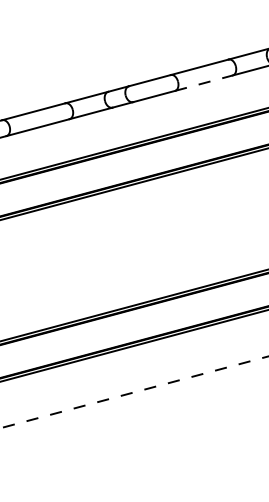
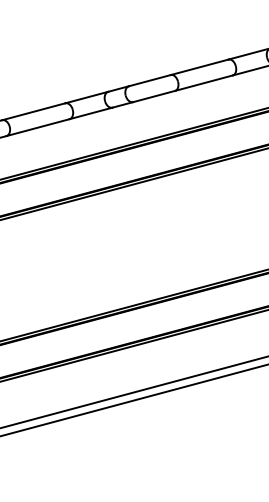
line at (203, 83): dashed -> solid
line at (134, 392): dashed -> solid
line at (133, 400): none -> present
